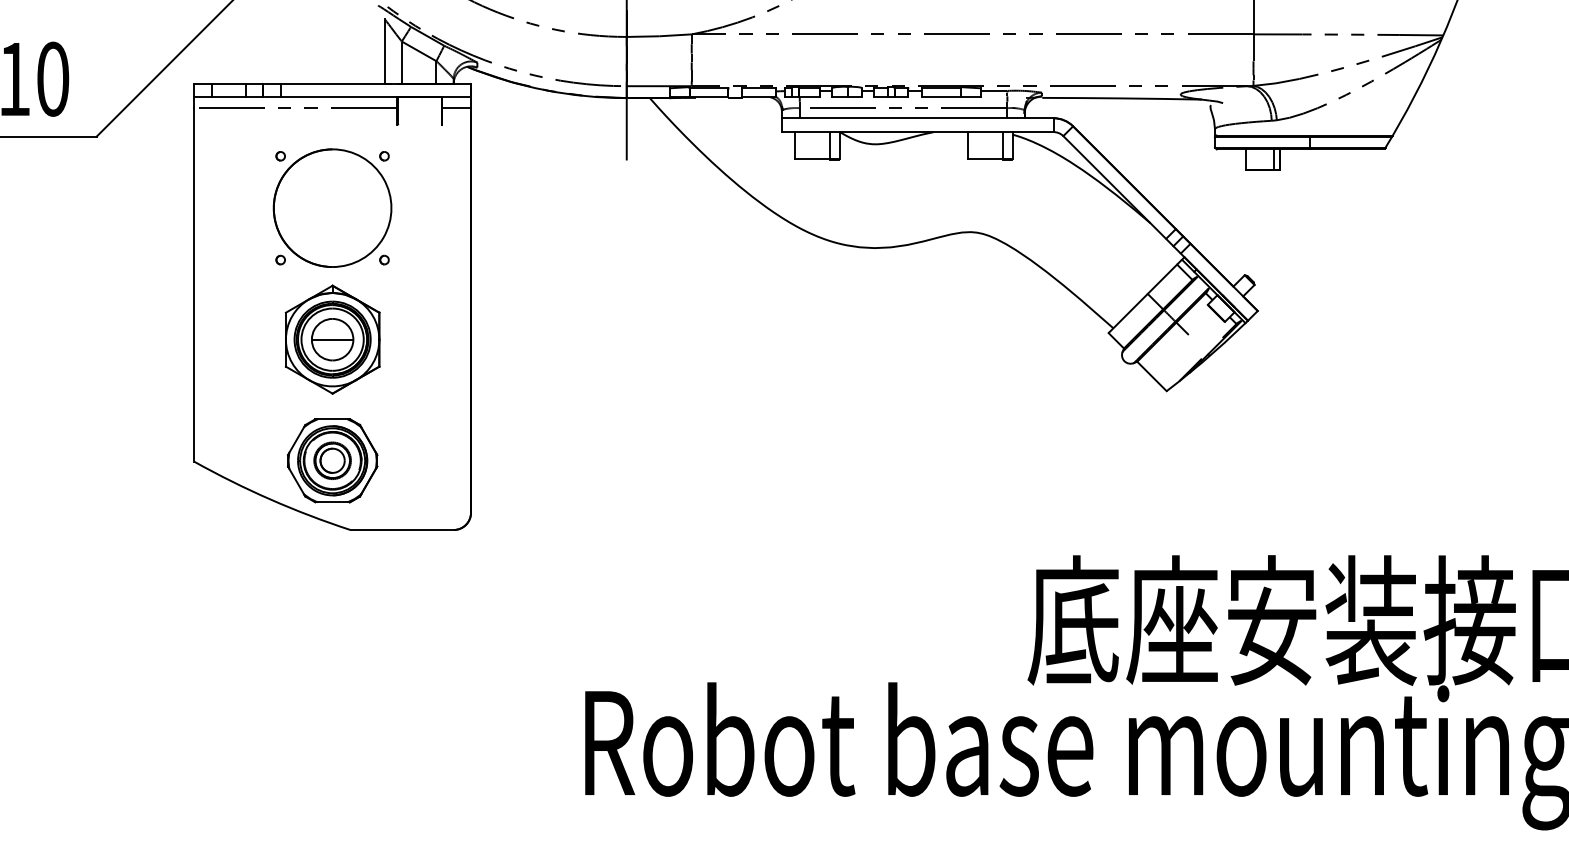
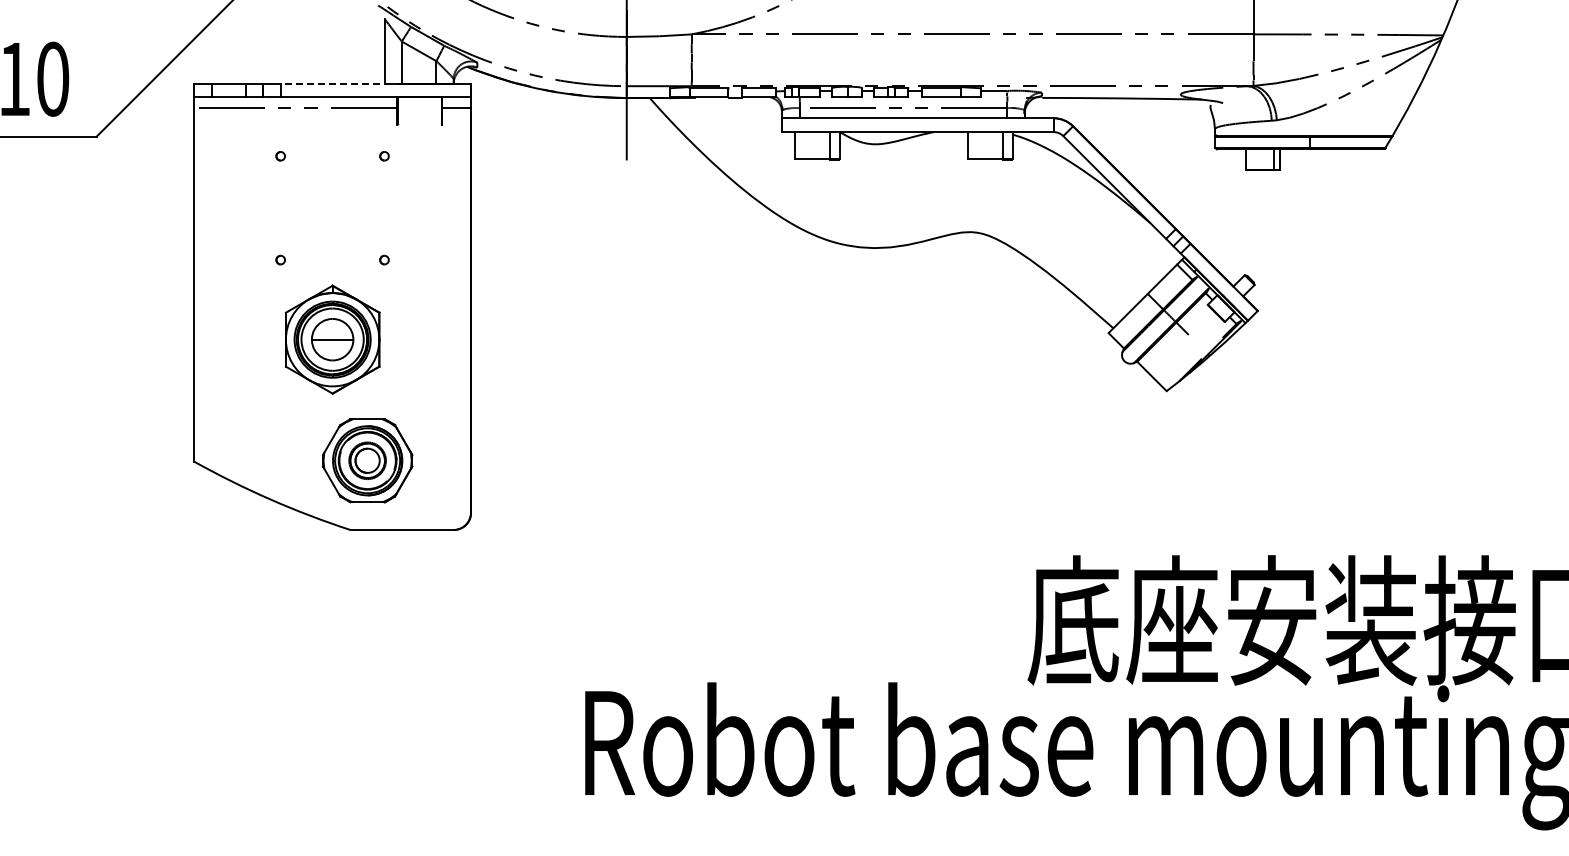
line at (335, 83): solid -> dashed
part at (332, 207): present -> none
part at (332, 460) position: (332, 460) -> (367, 460)
